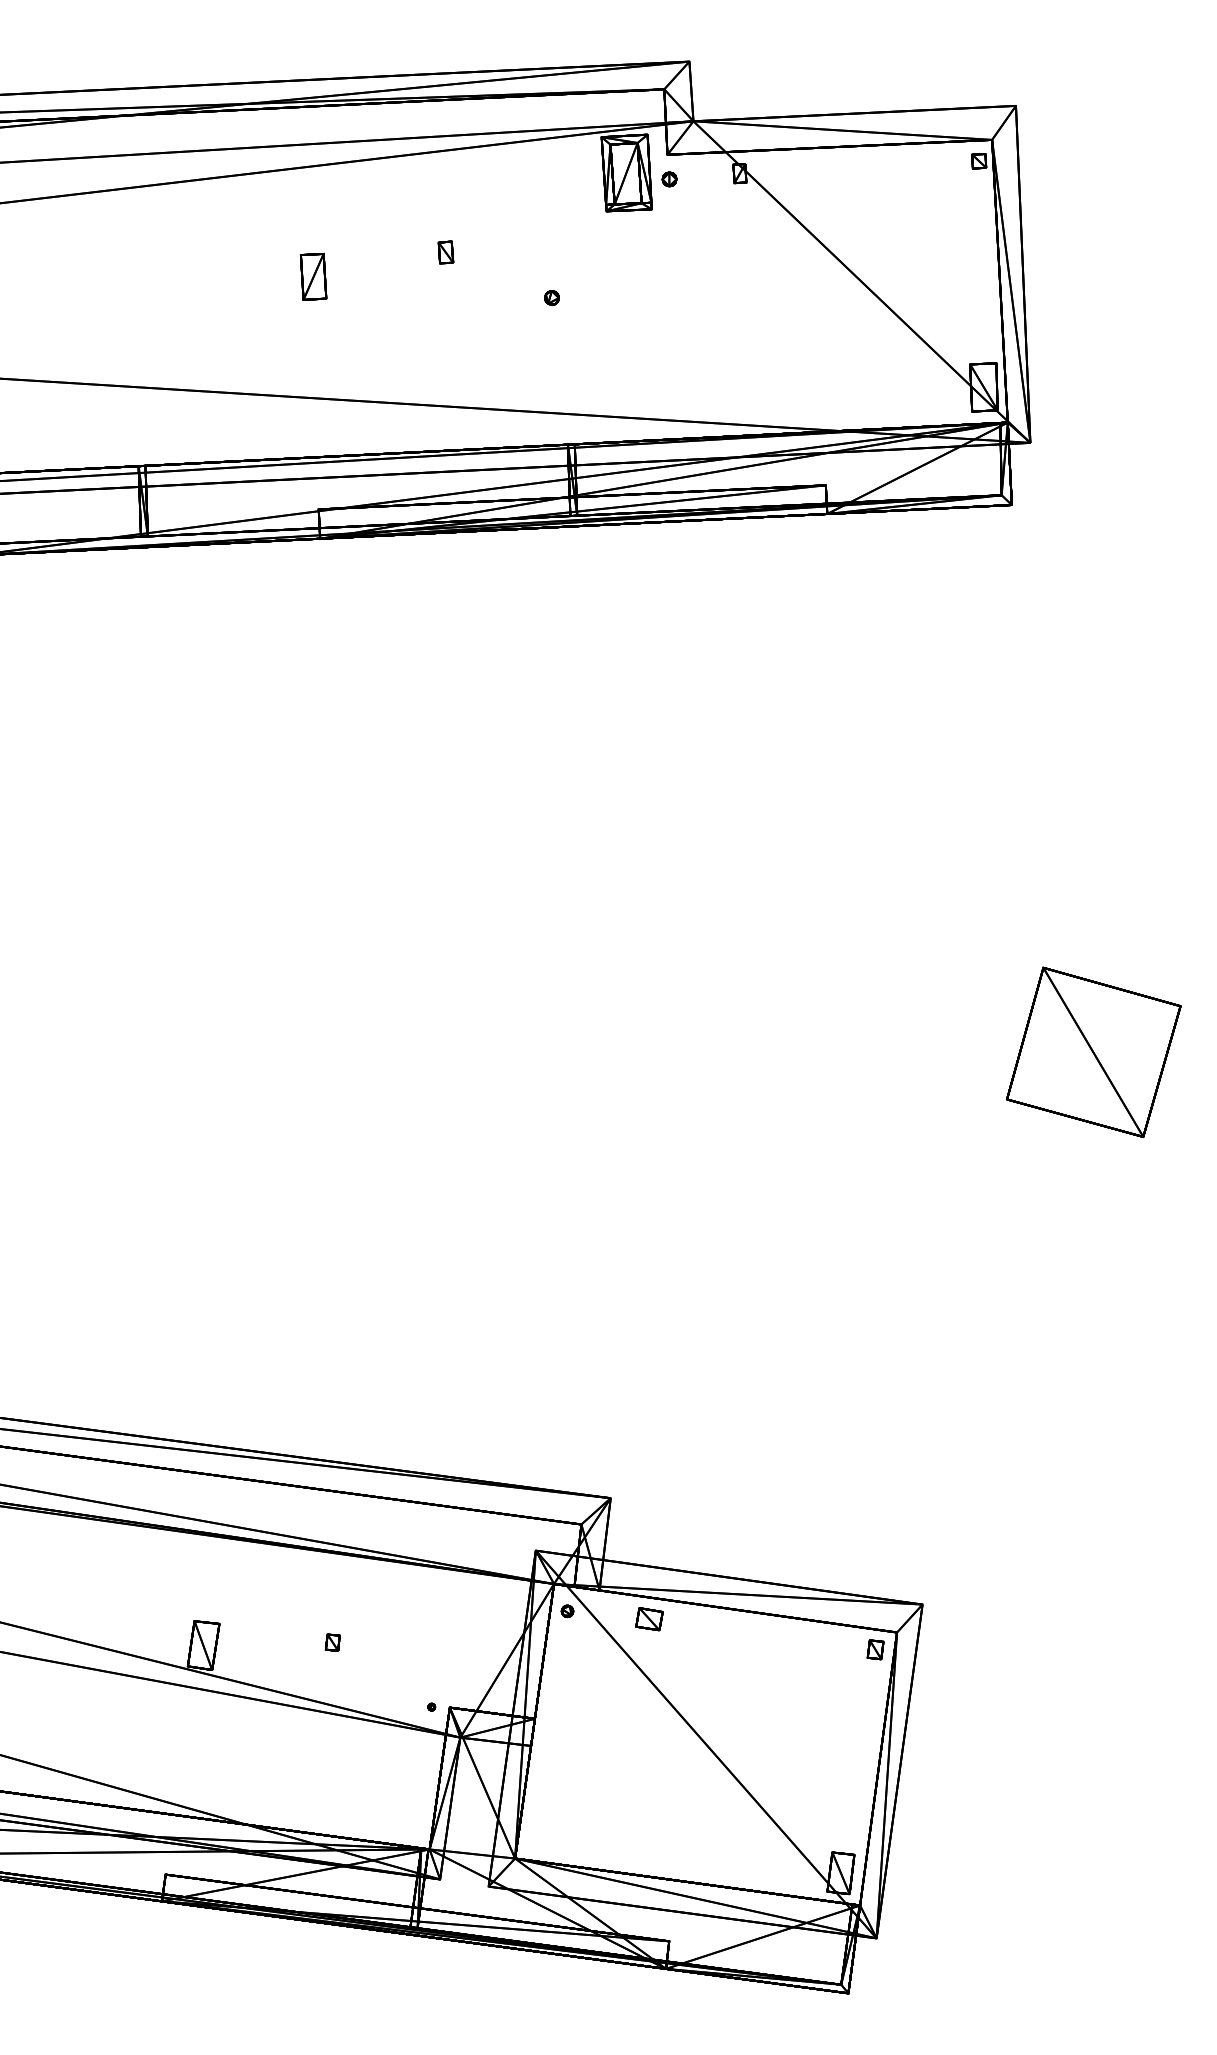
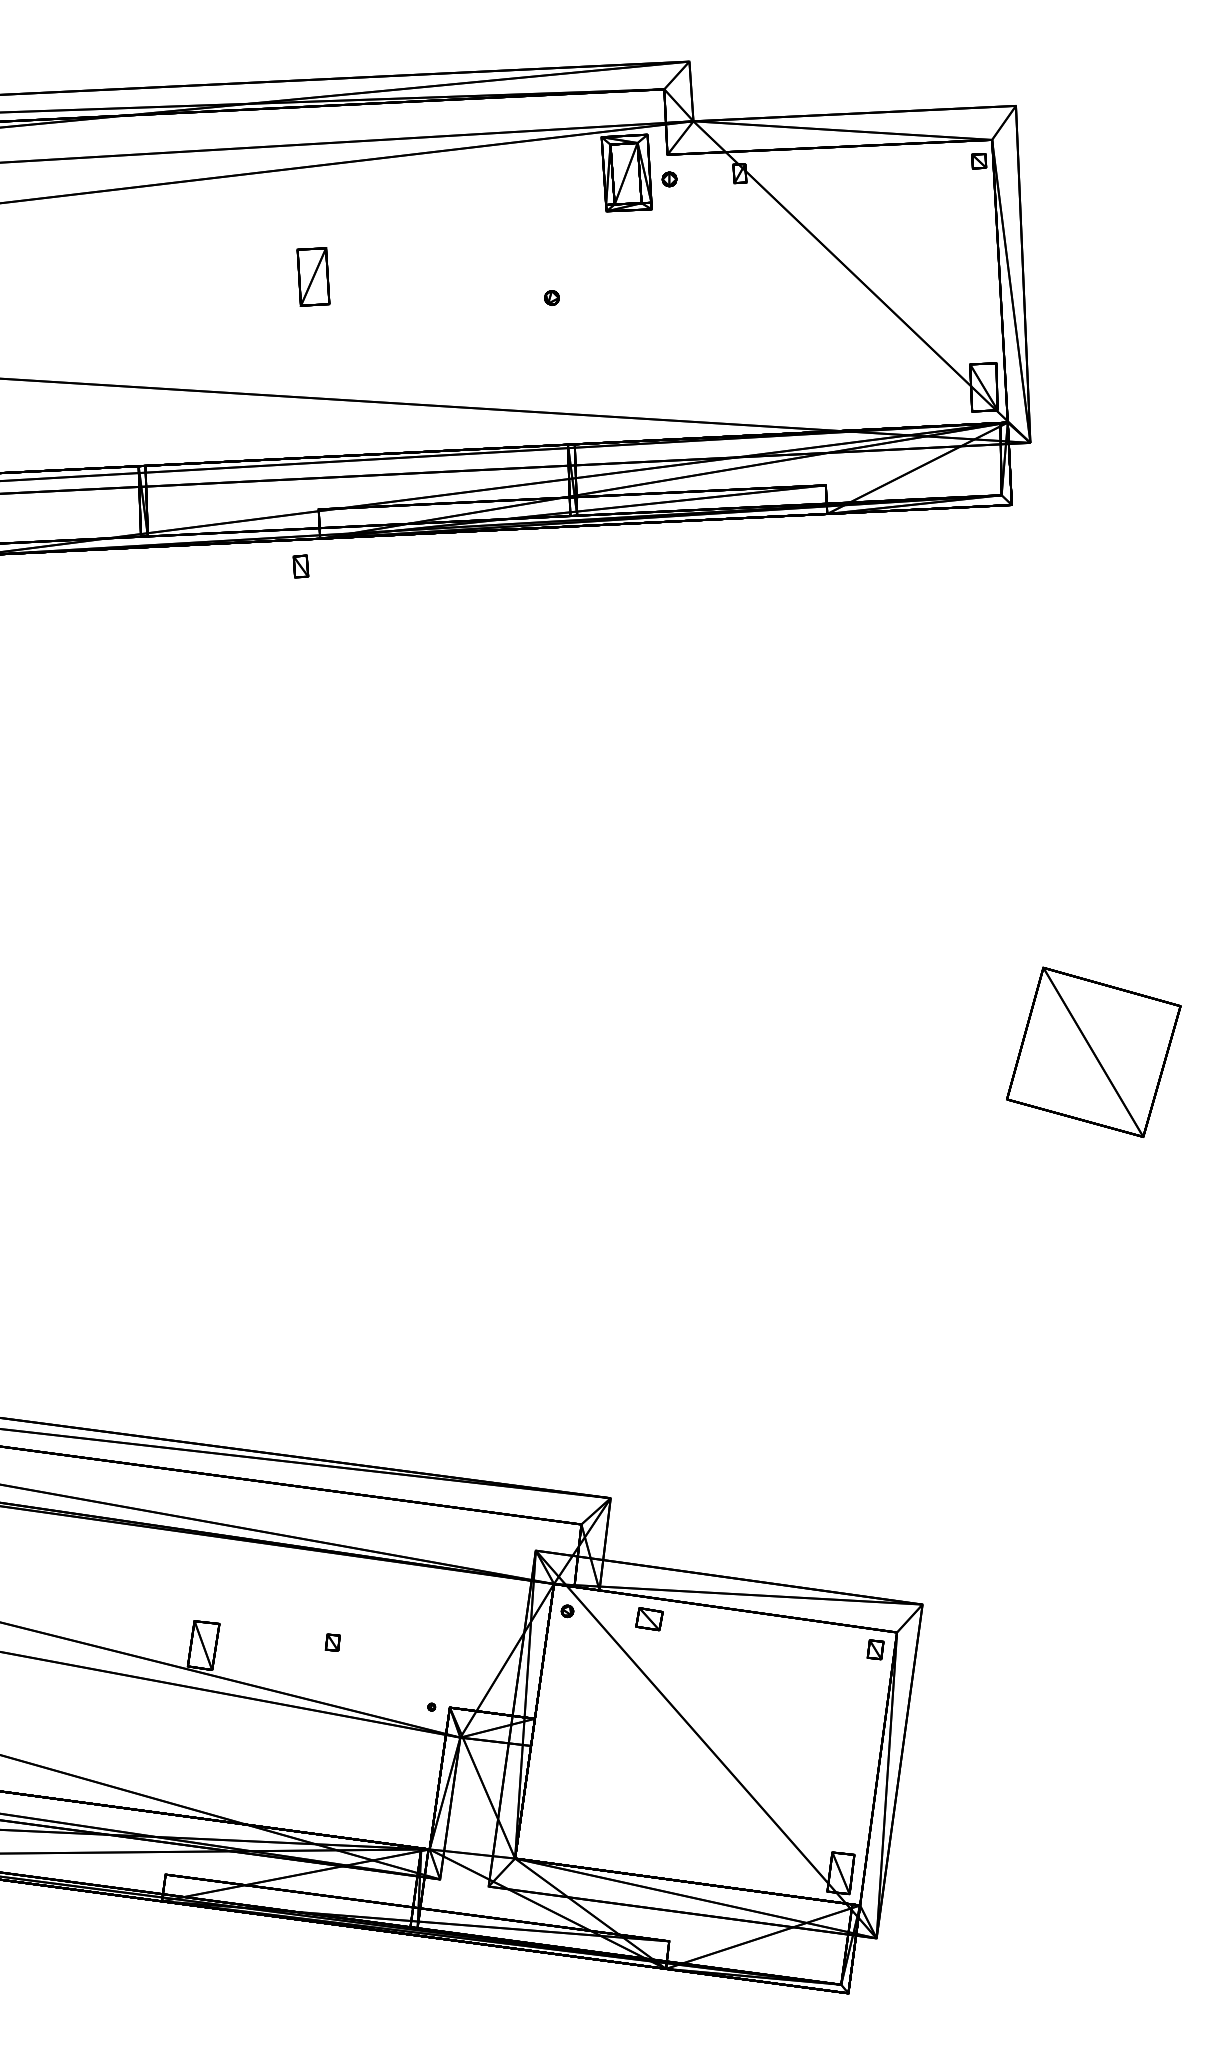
part at (445, 252) position: (445, 252) -> (300, 566)
part at (313, 276) size: 28x49 px -> 35x60 px
